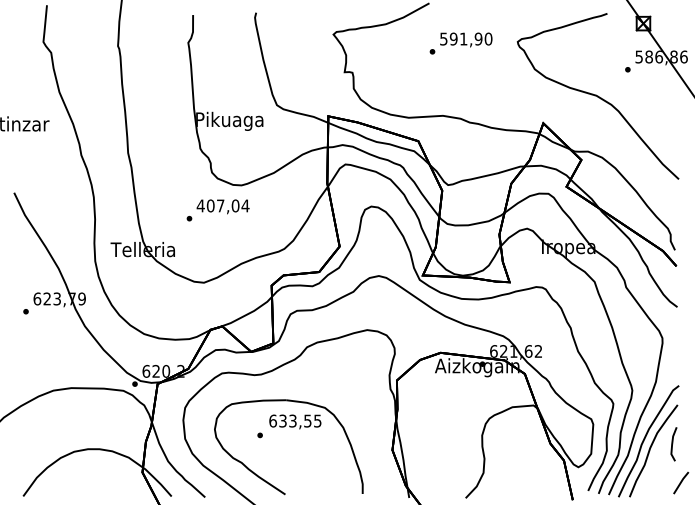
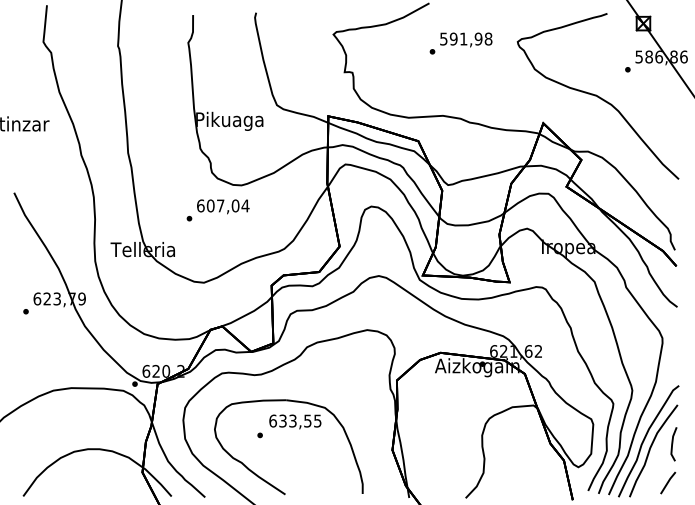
text at (488, 39): 591,90 -> 591,98
text at (200, 205): 407,04 -> 607,04
line at (681, 482) position: (681, 482) -> (668, 482)
